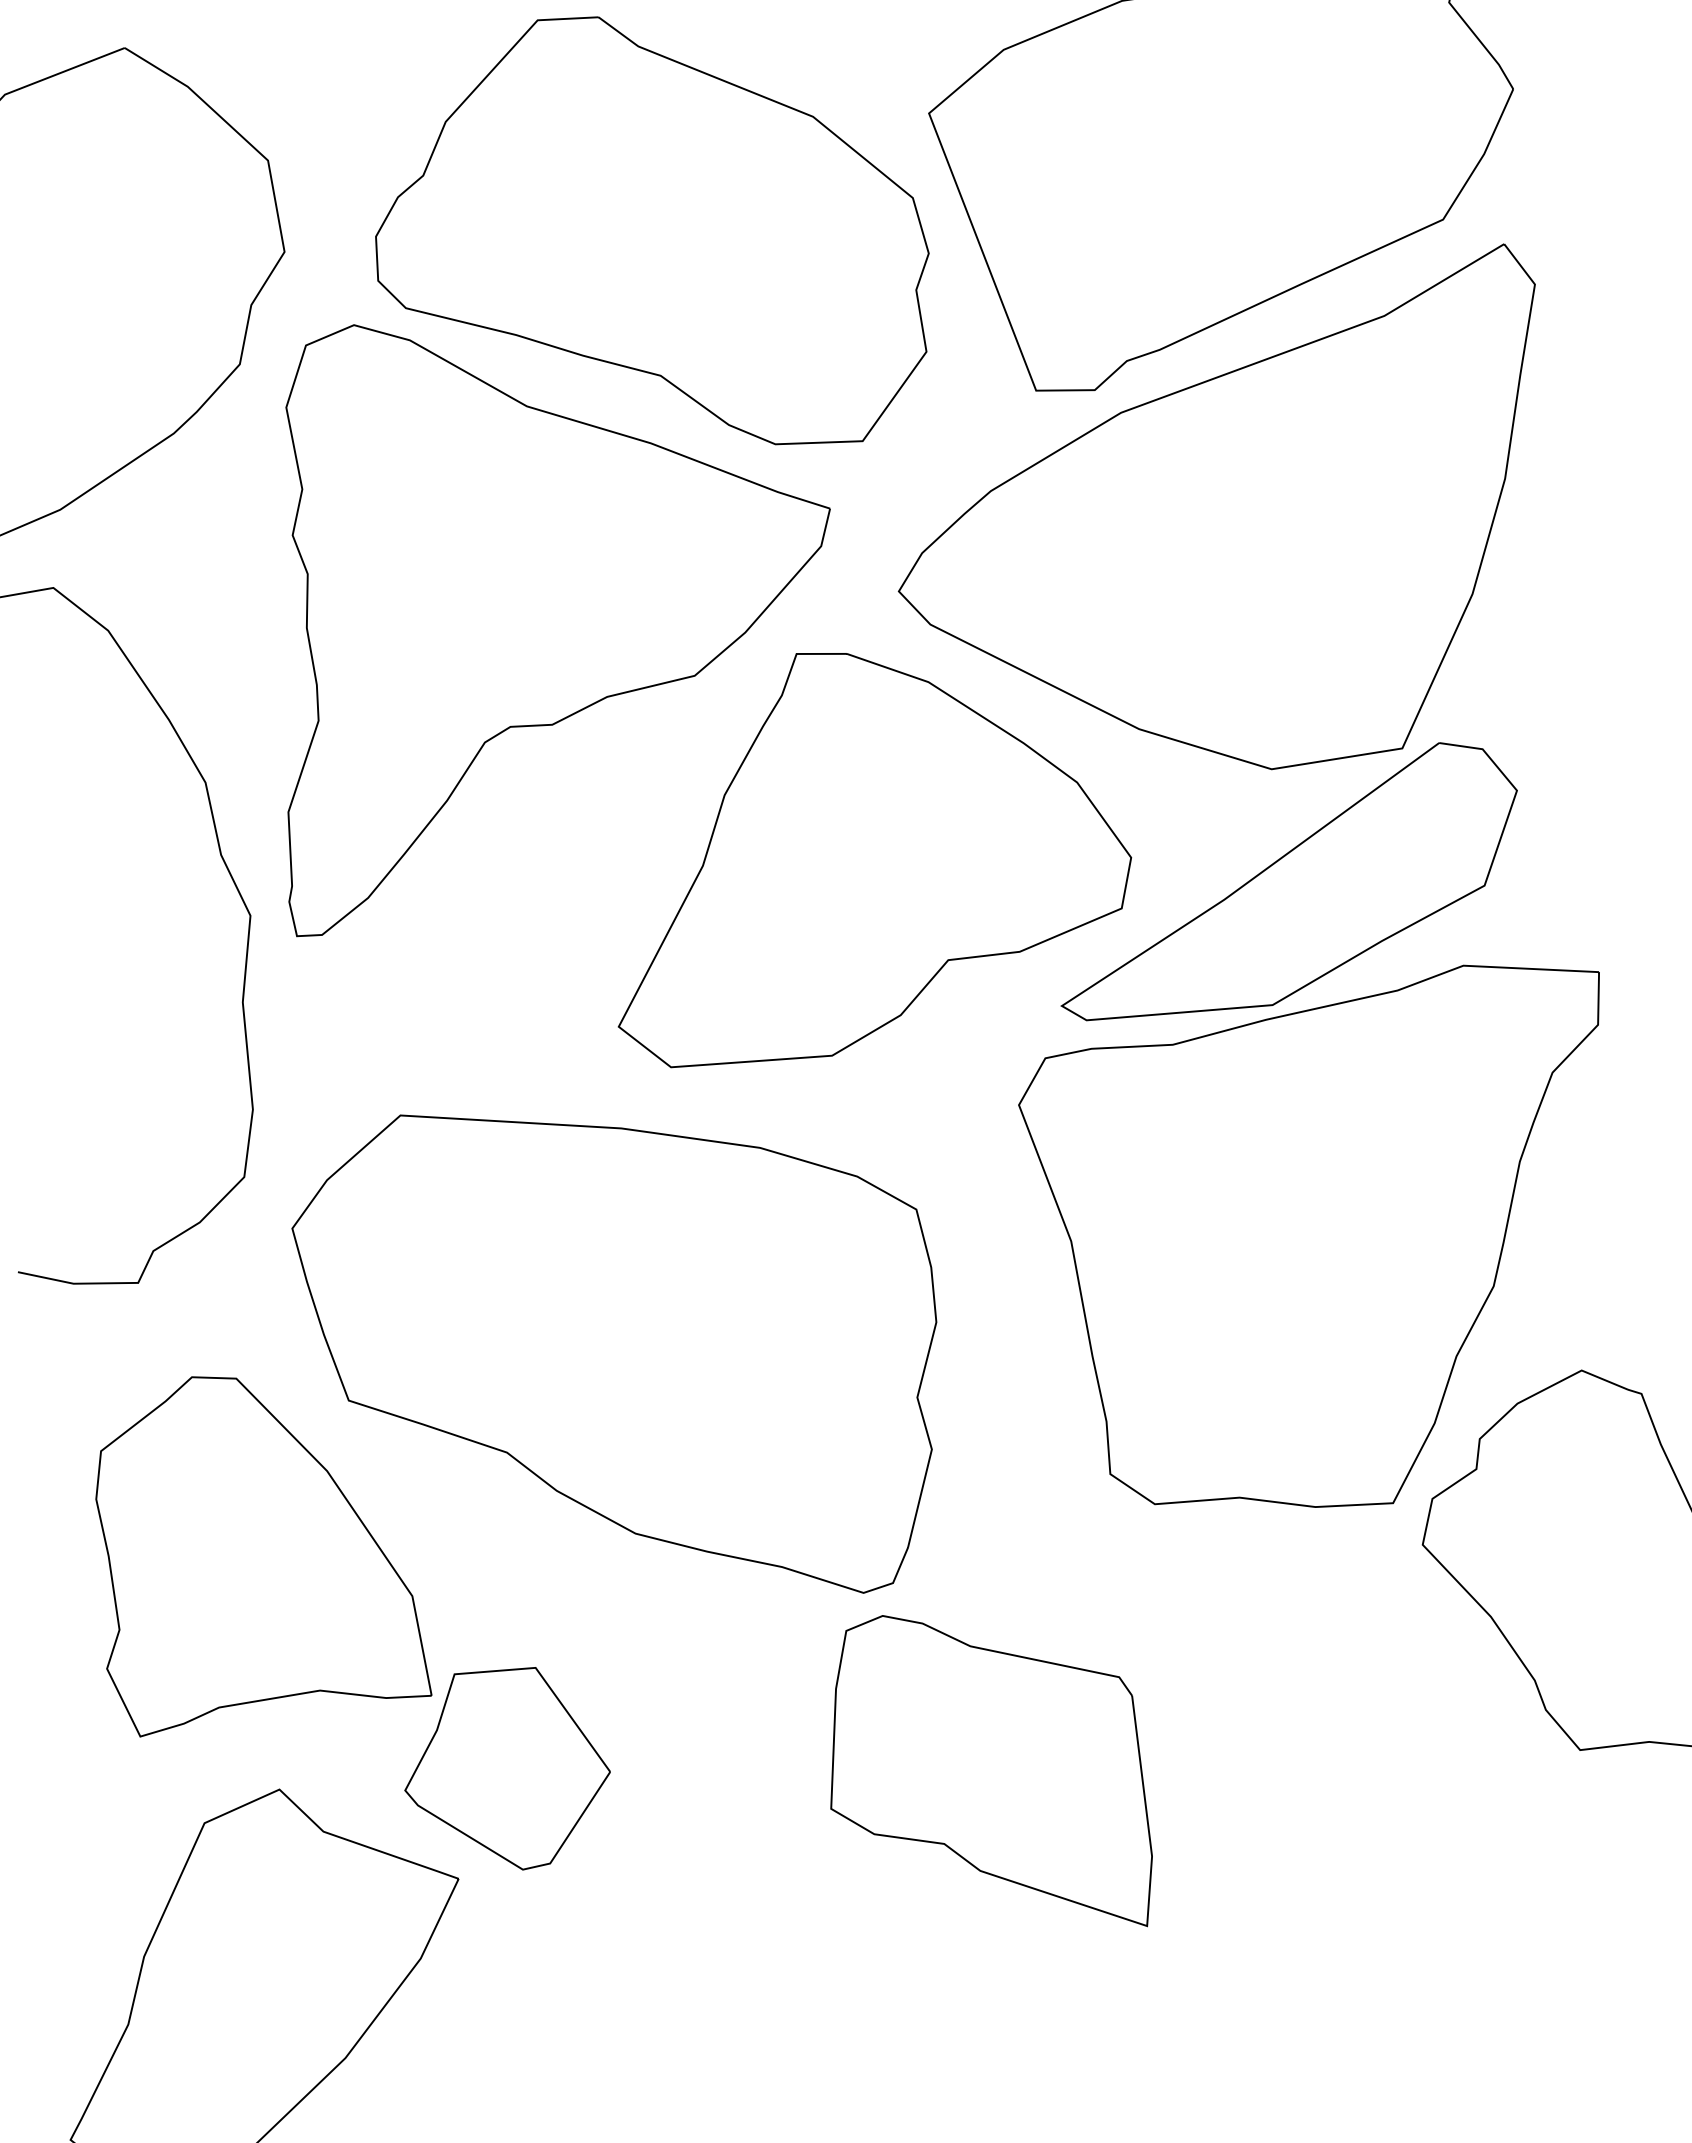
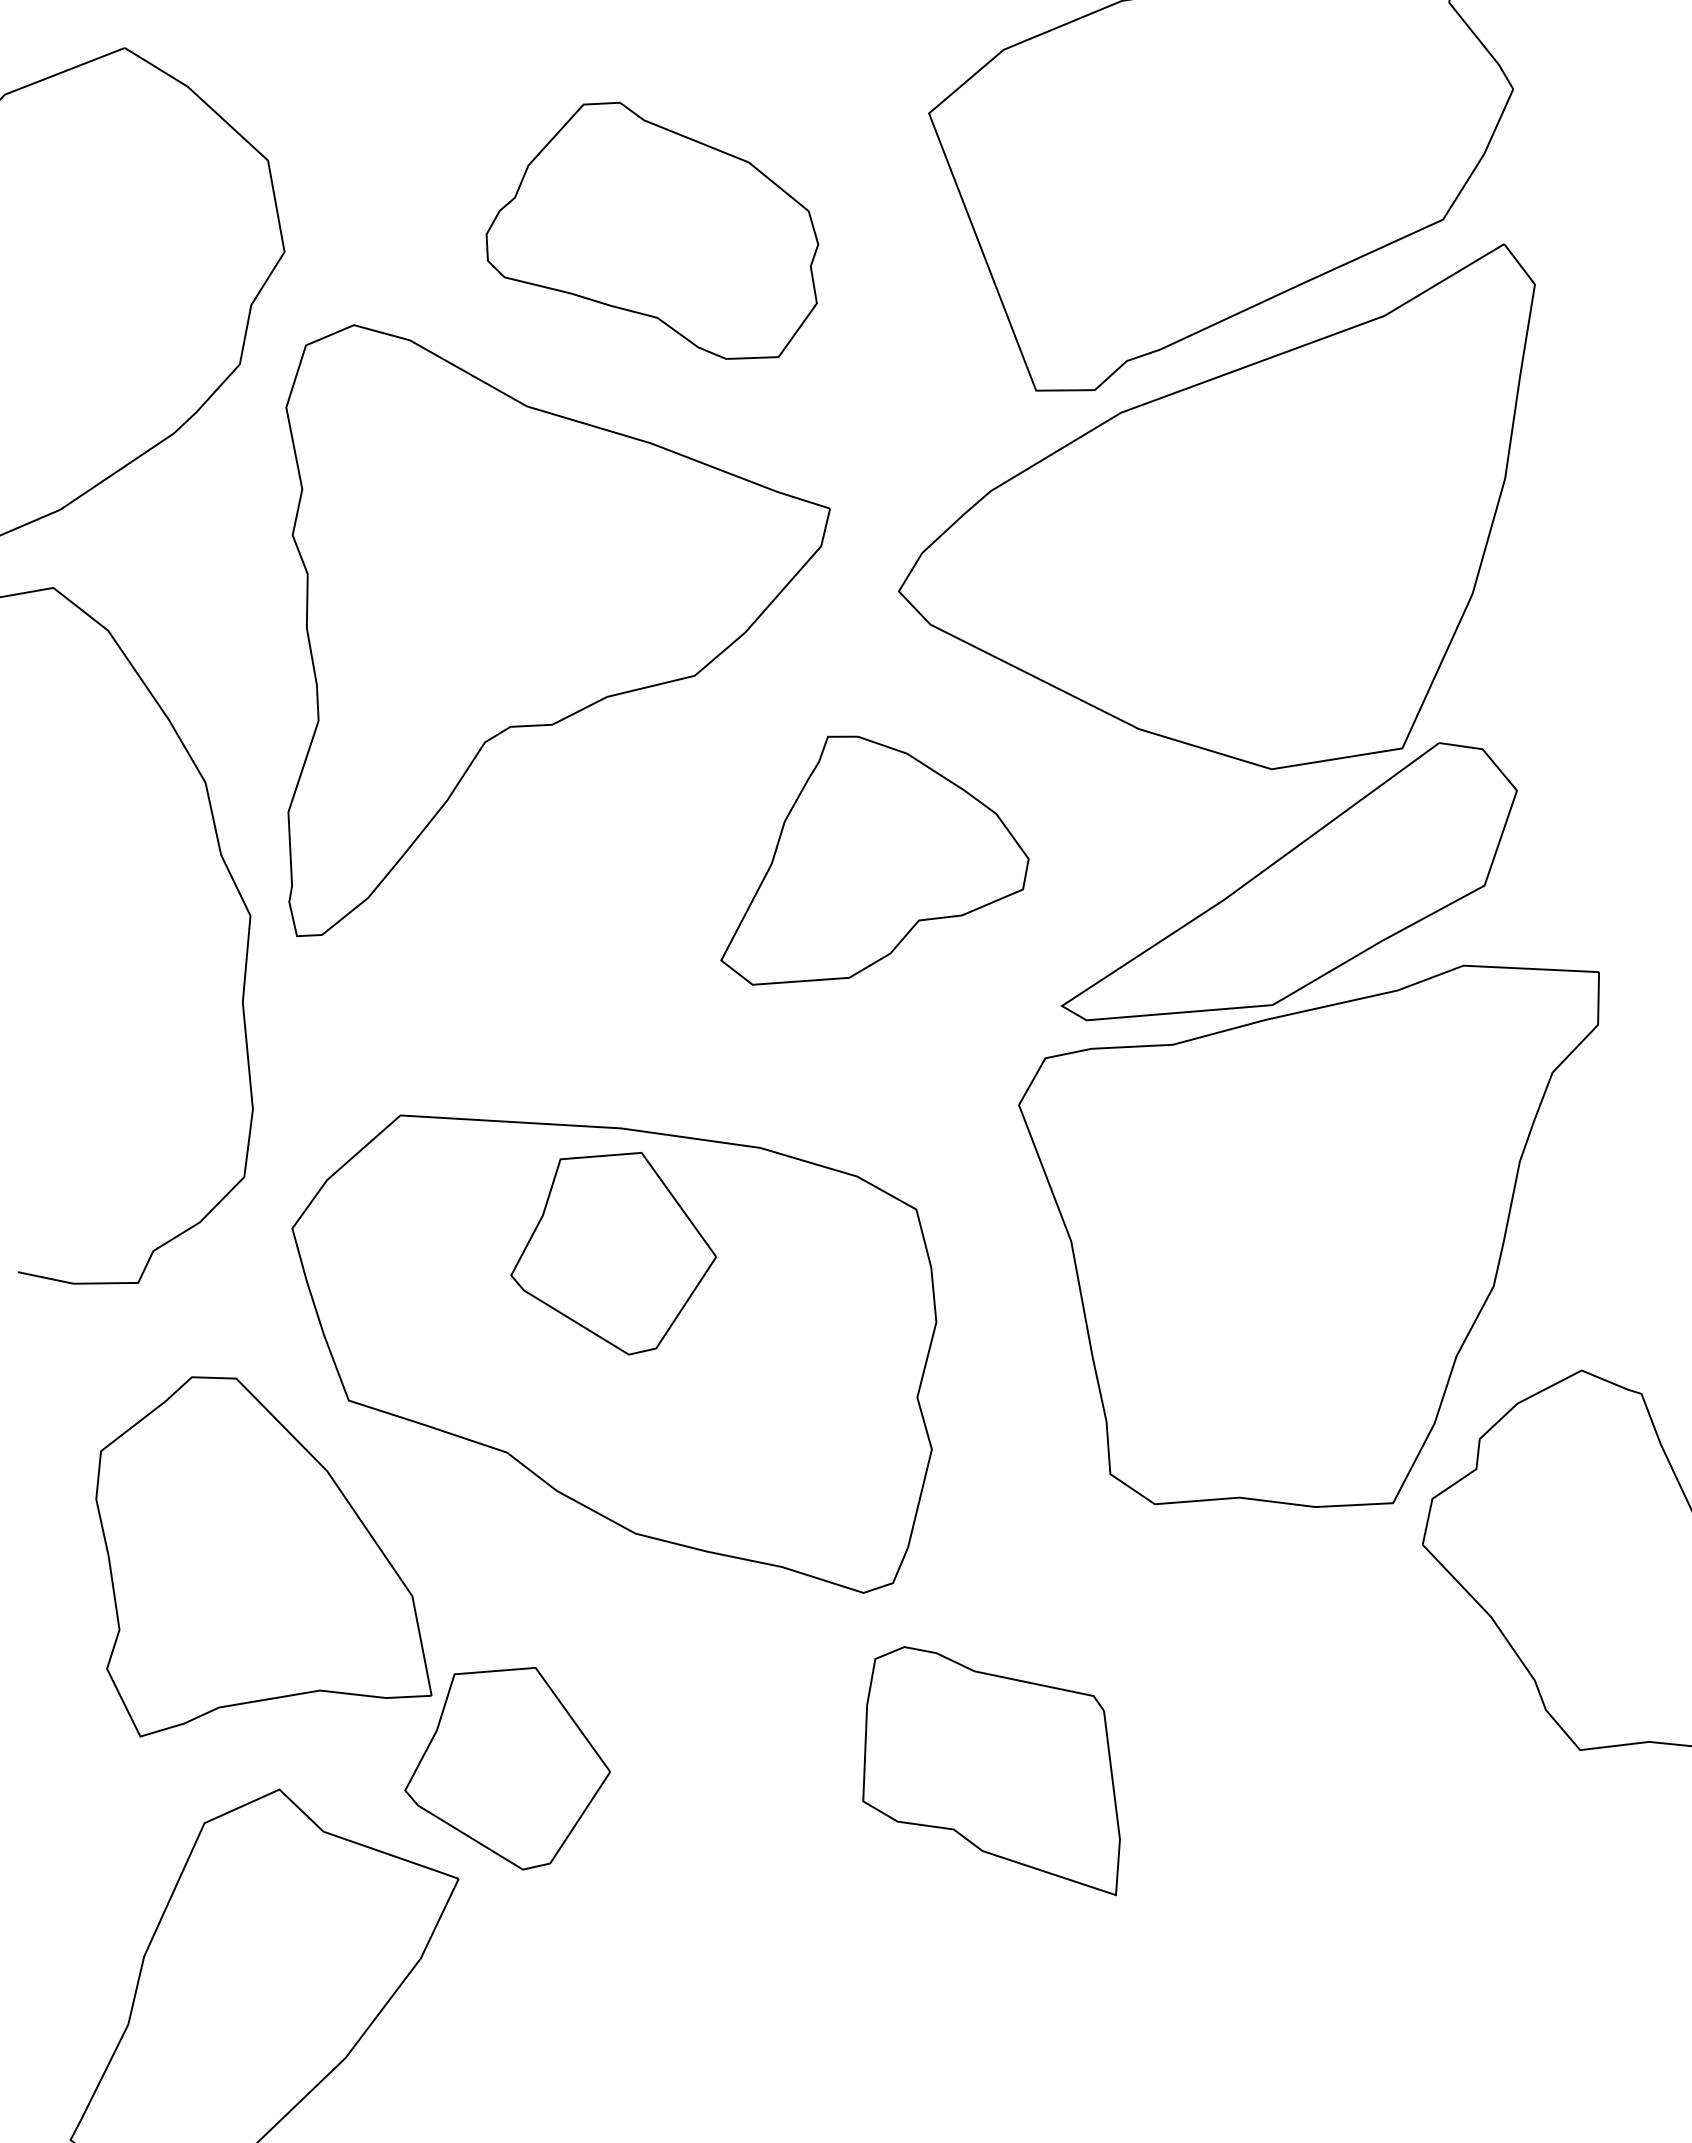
part at (652, 230) size: 555x430 px -> 335x259 px
part at (874, 860) size: 516x416 px -> 310x251 px
part at (613, 1253): none -> present
part at (991, 1771) size: 323x313 px -> 259x251 px
